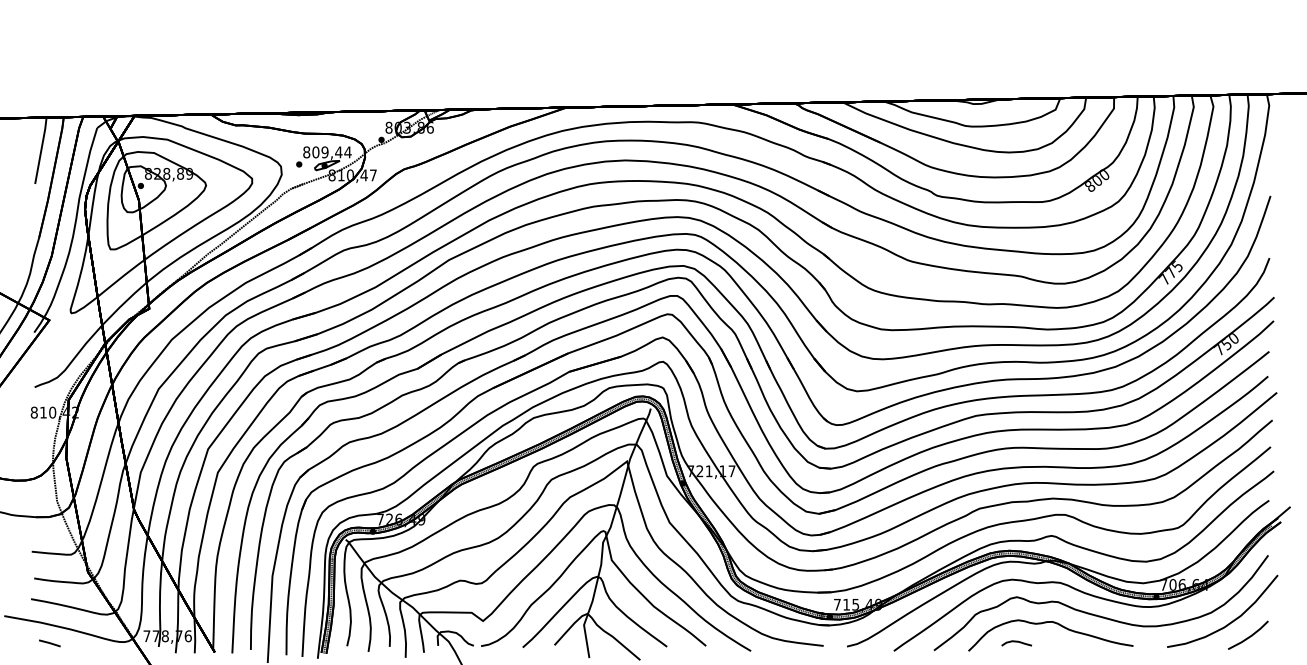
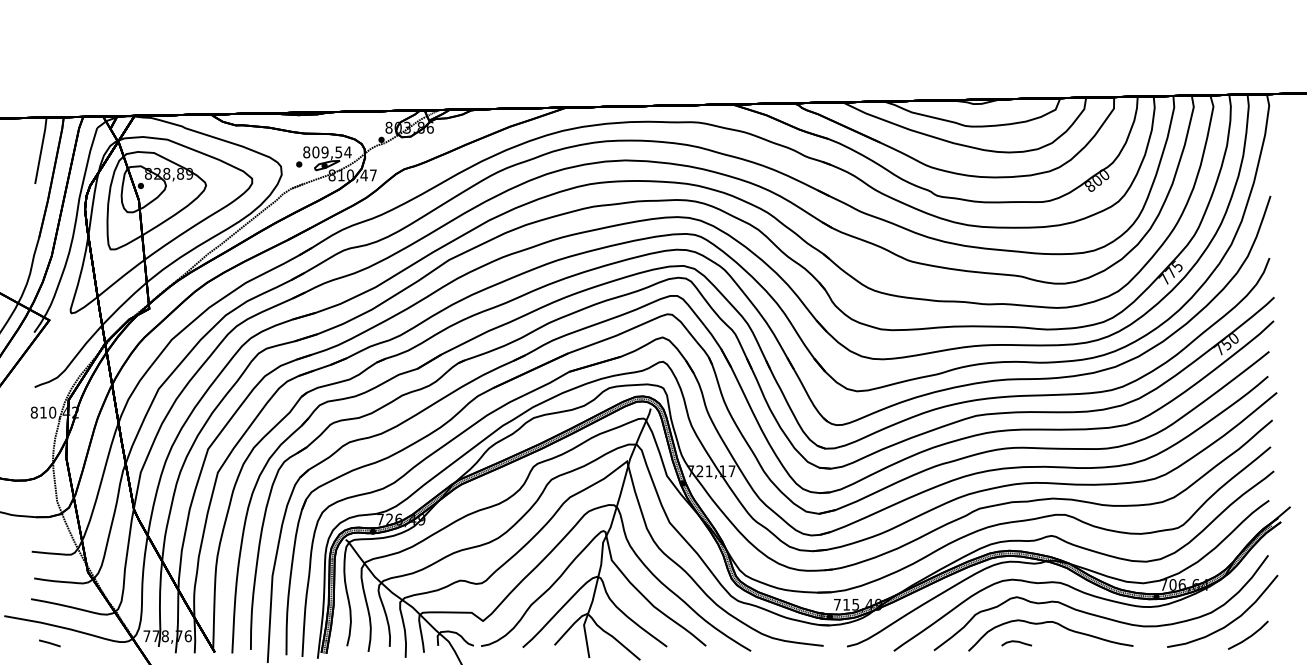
text at (338, 152): 809,44 -> 809,54
